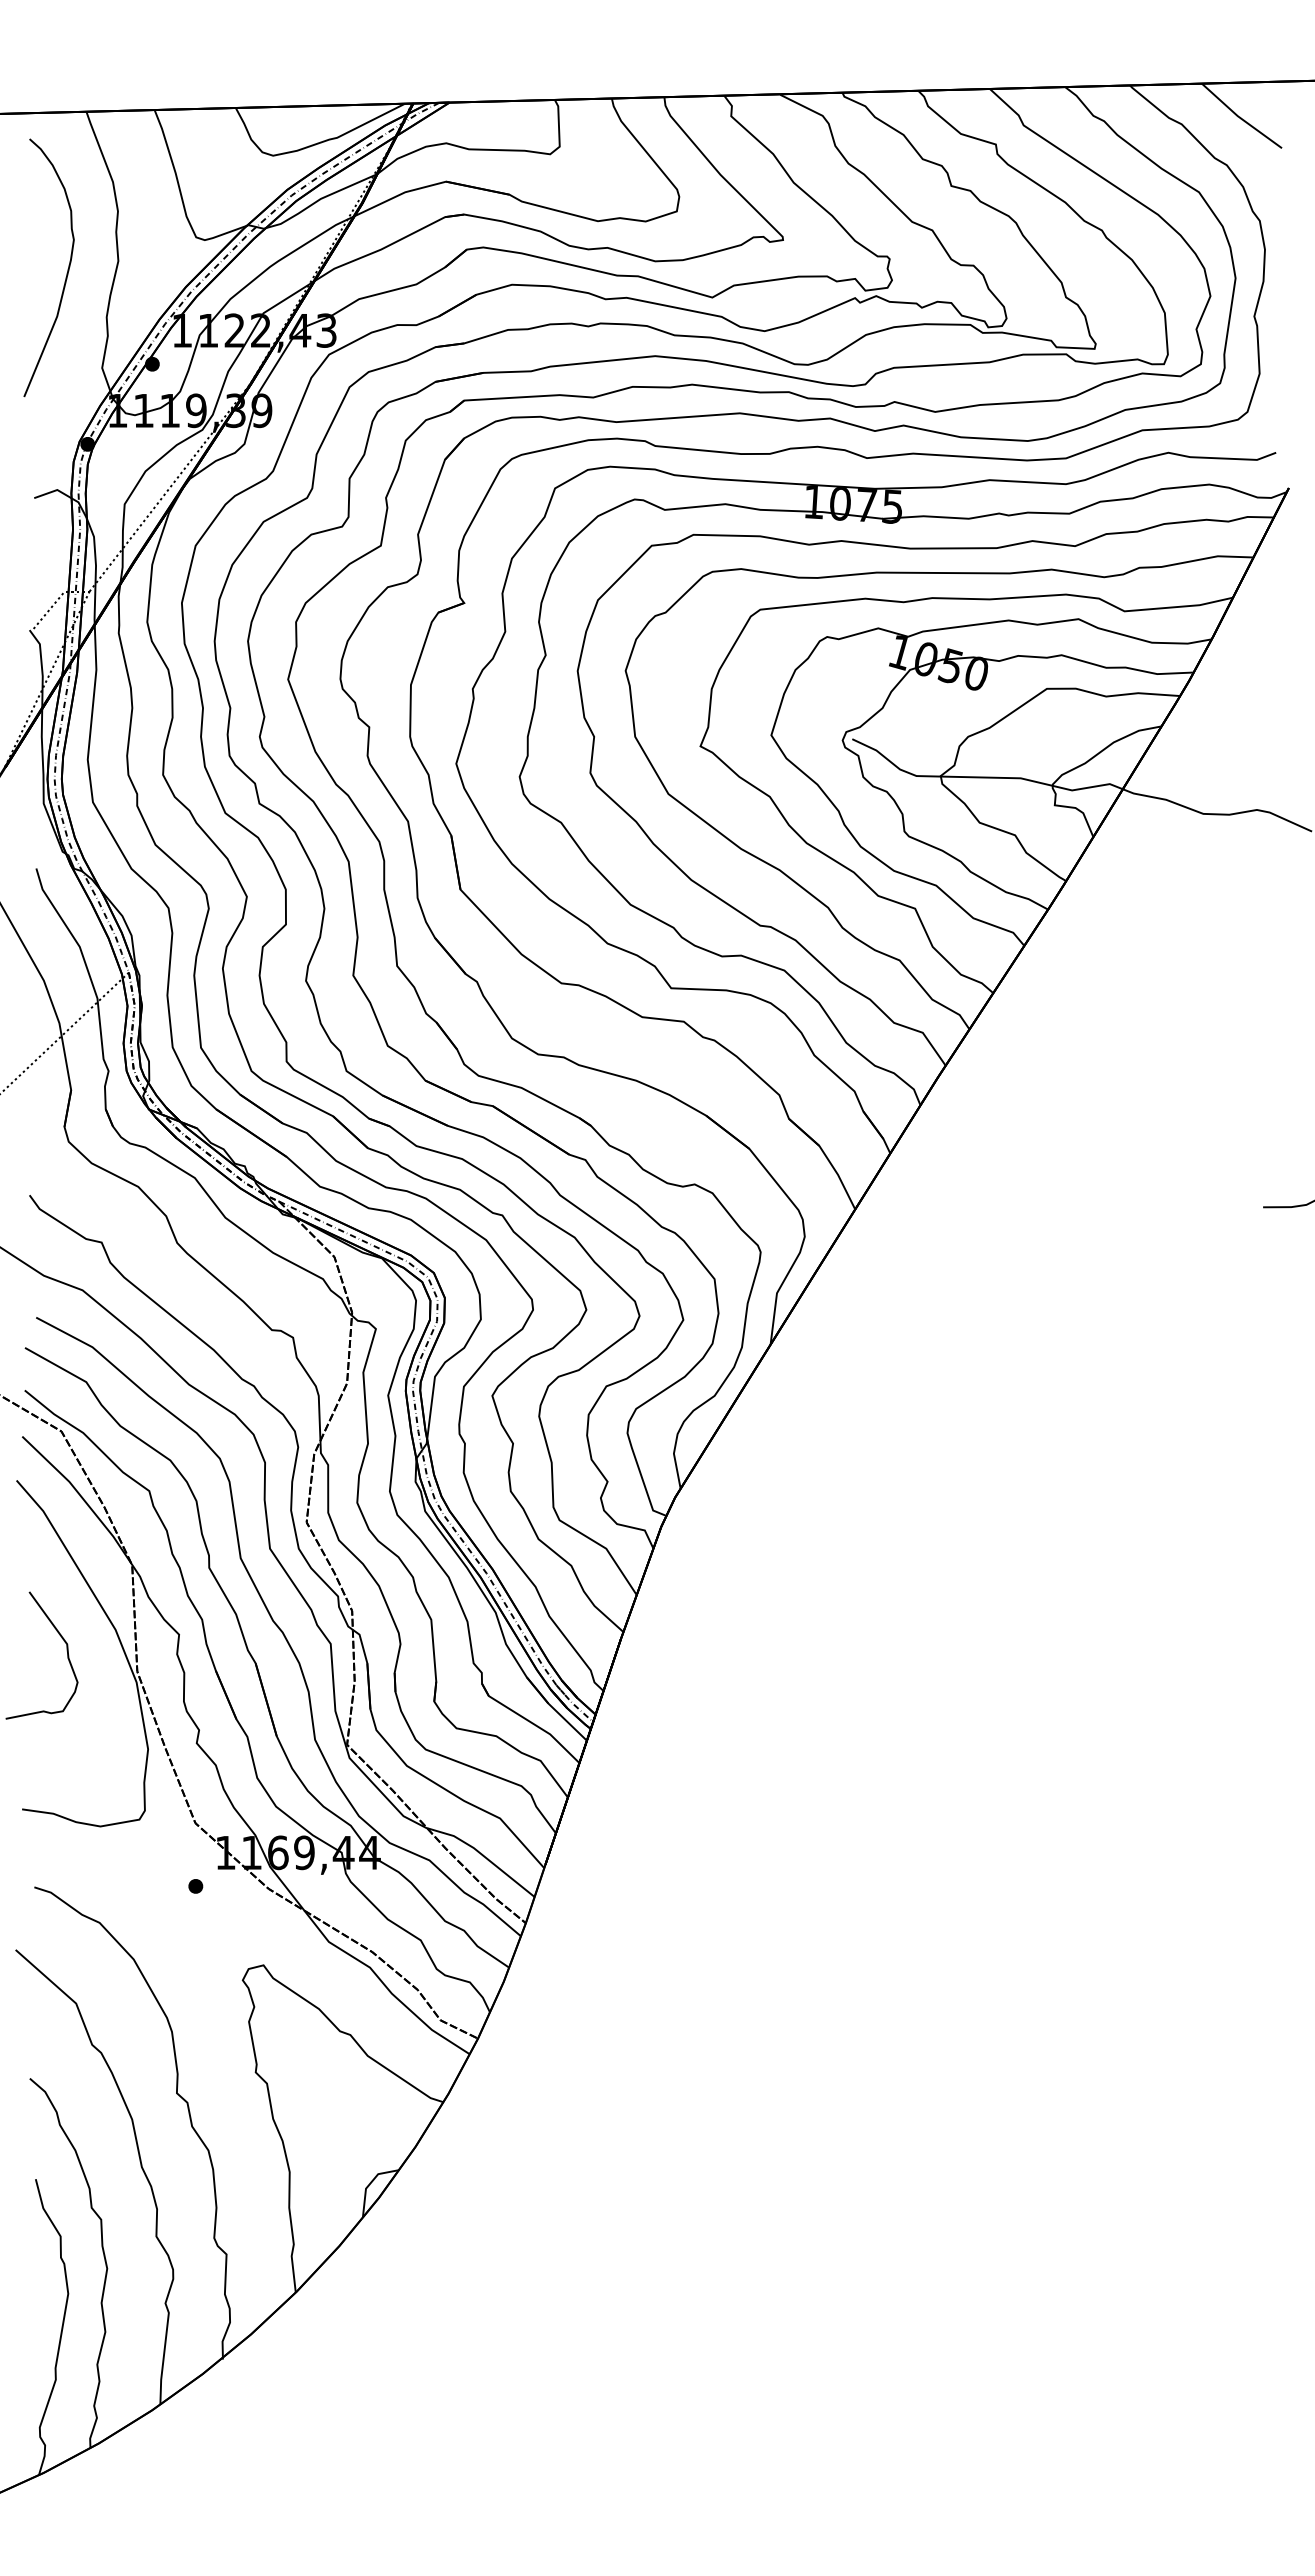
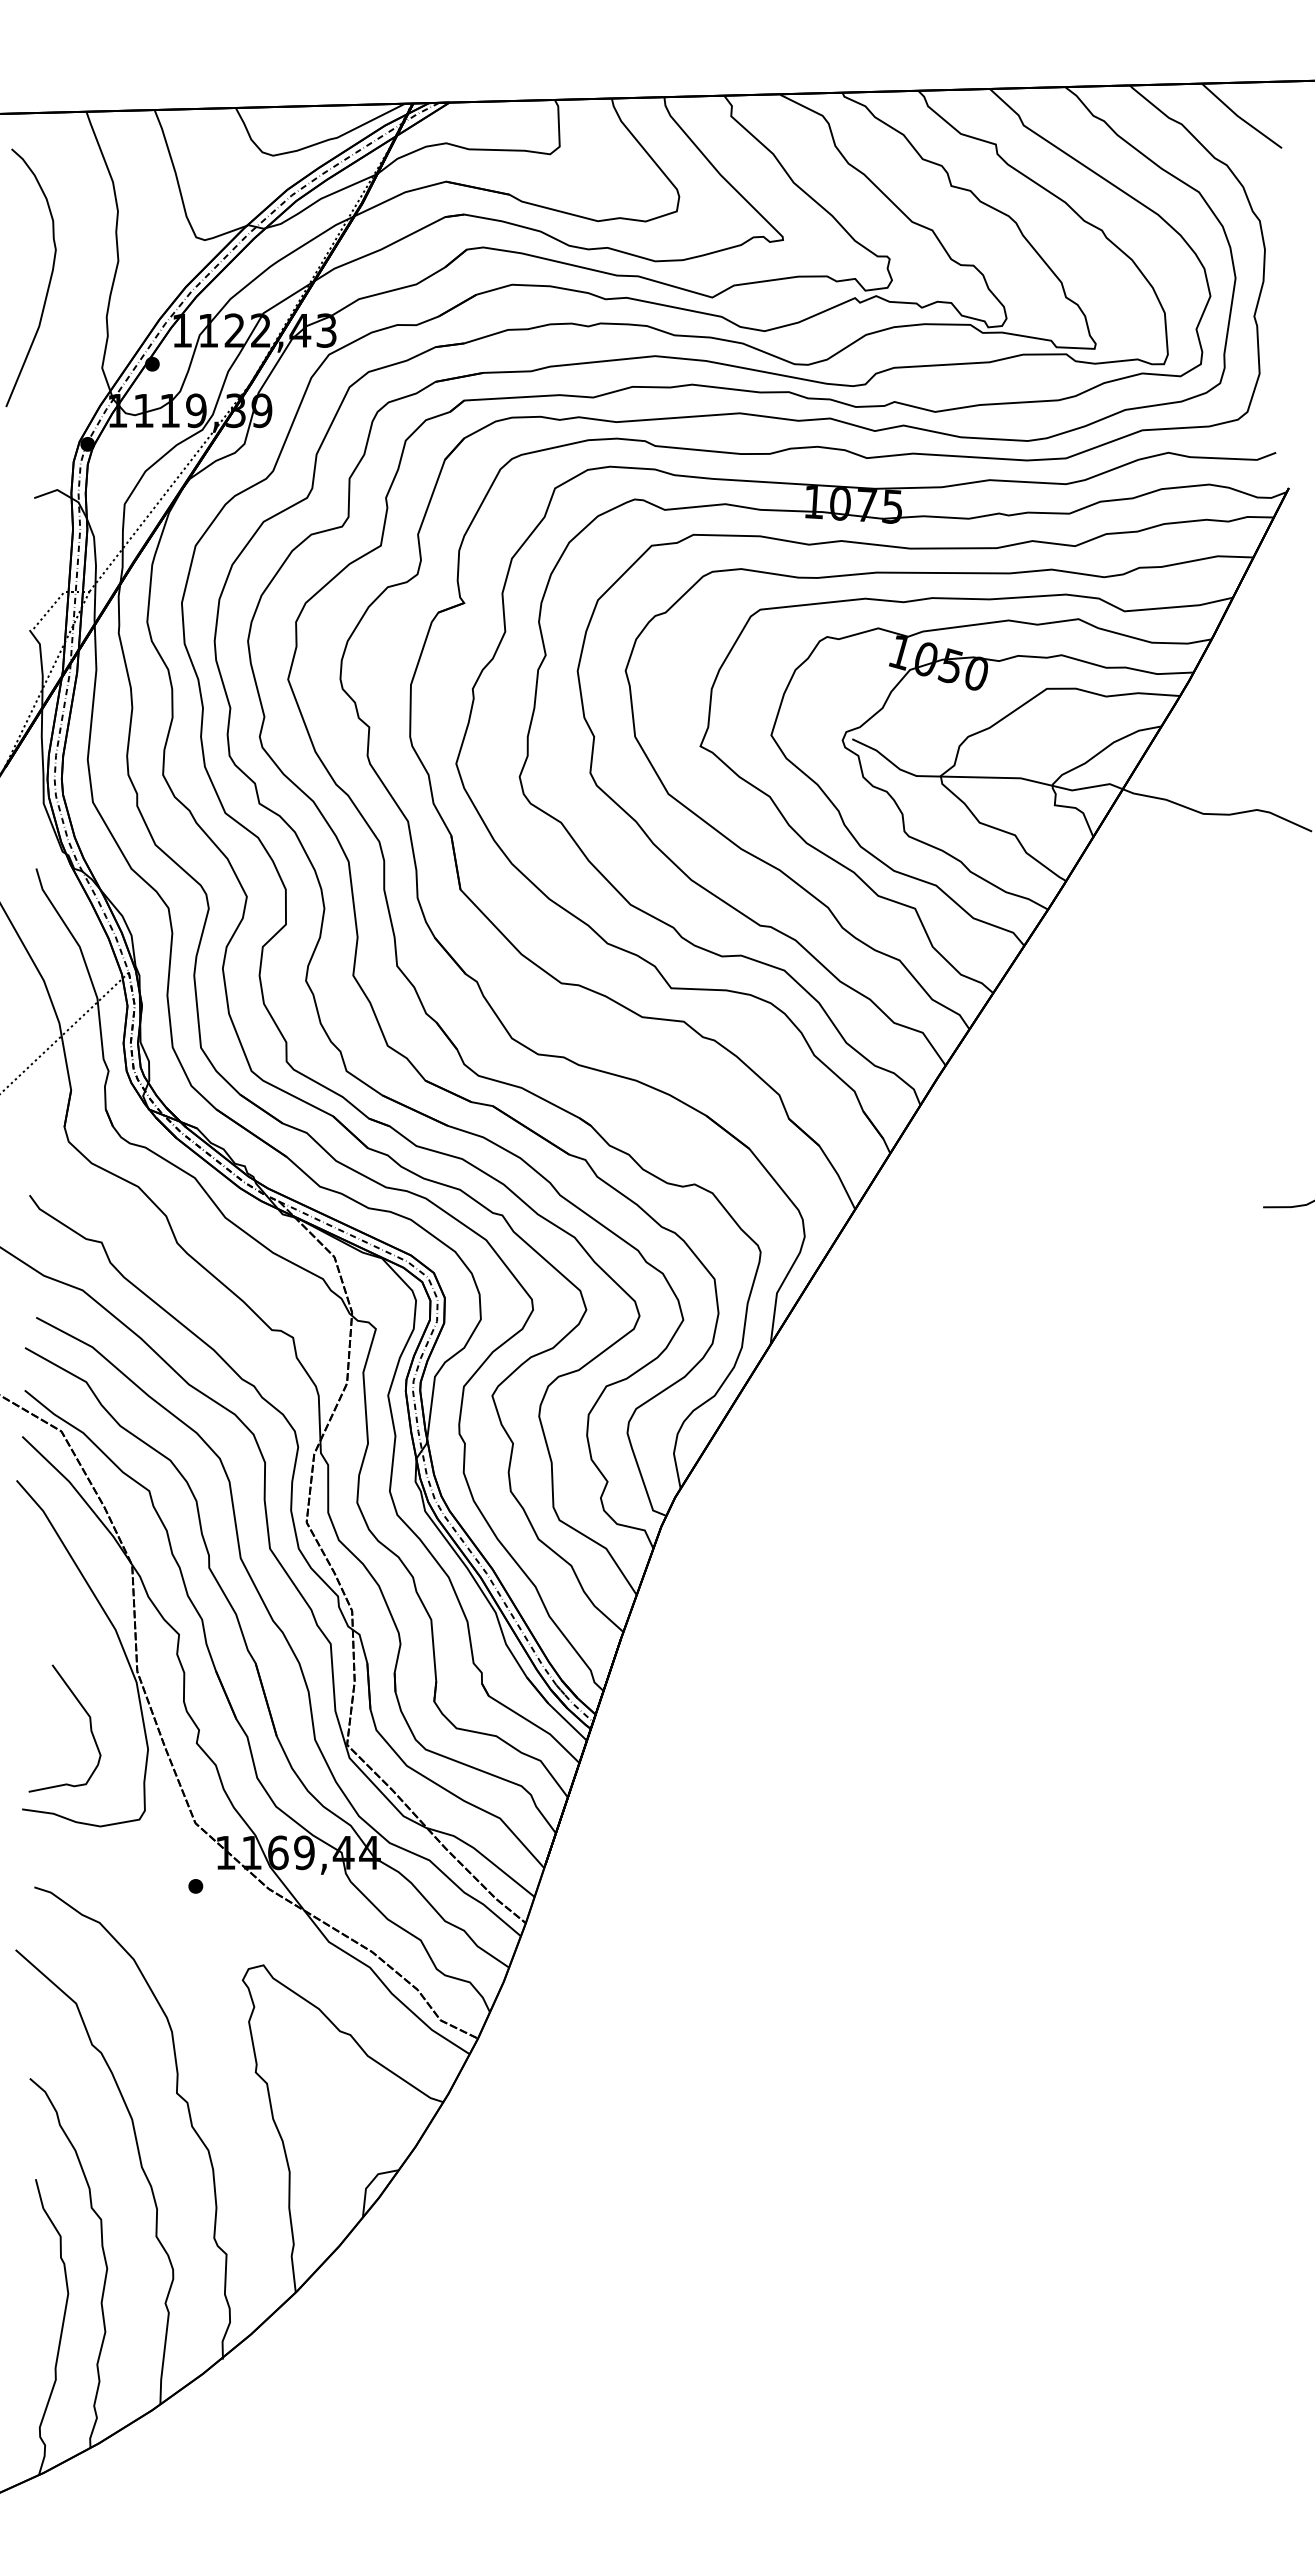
curve at (66, 273) position: (66, 273) -> (48, 283)
curve at (66, 1651) position: (66, 1651) -> (89, 1724)
